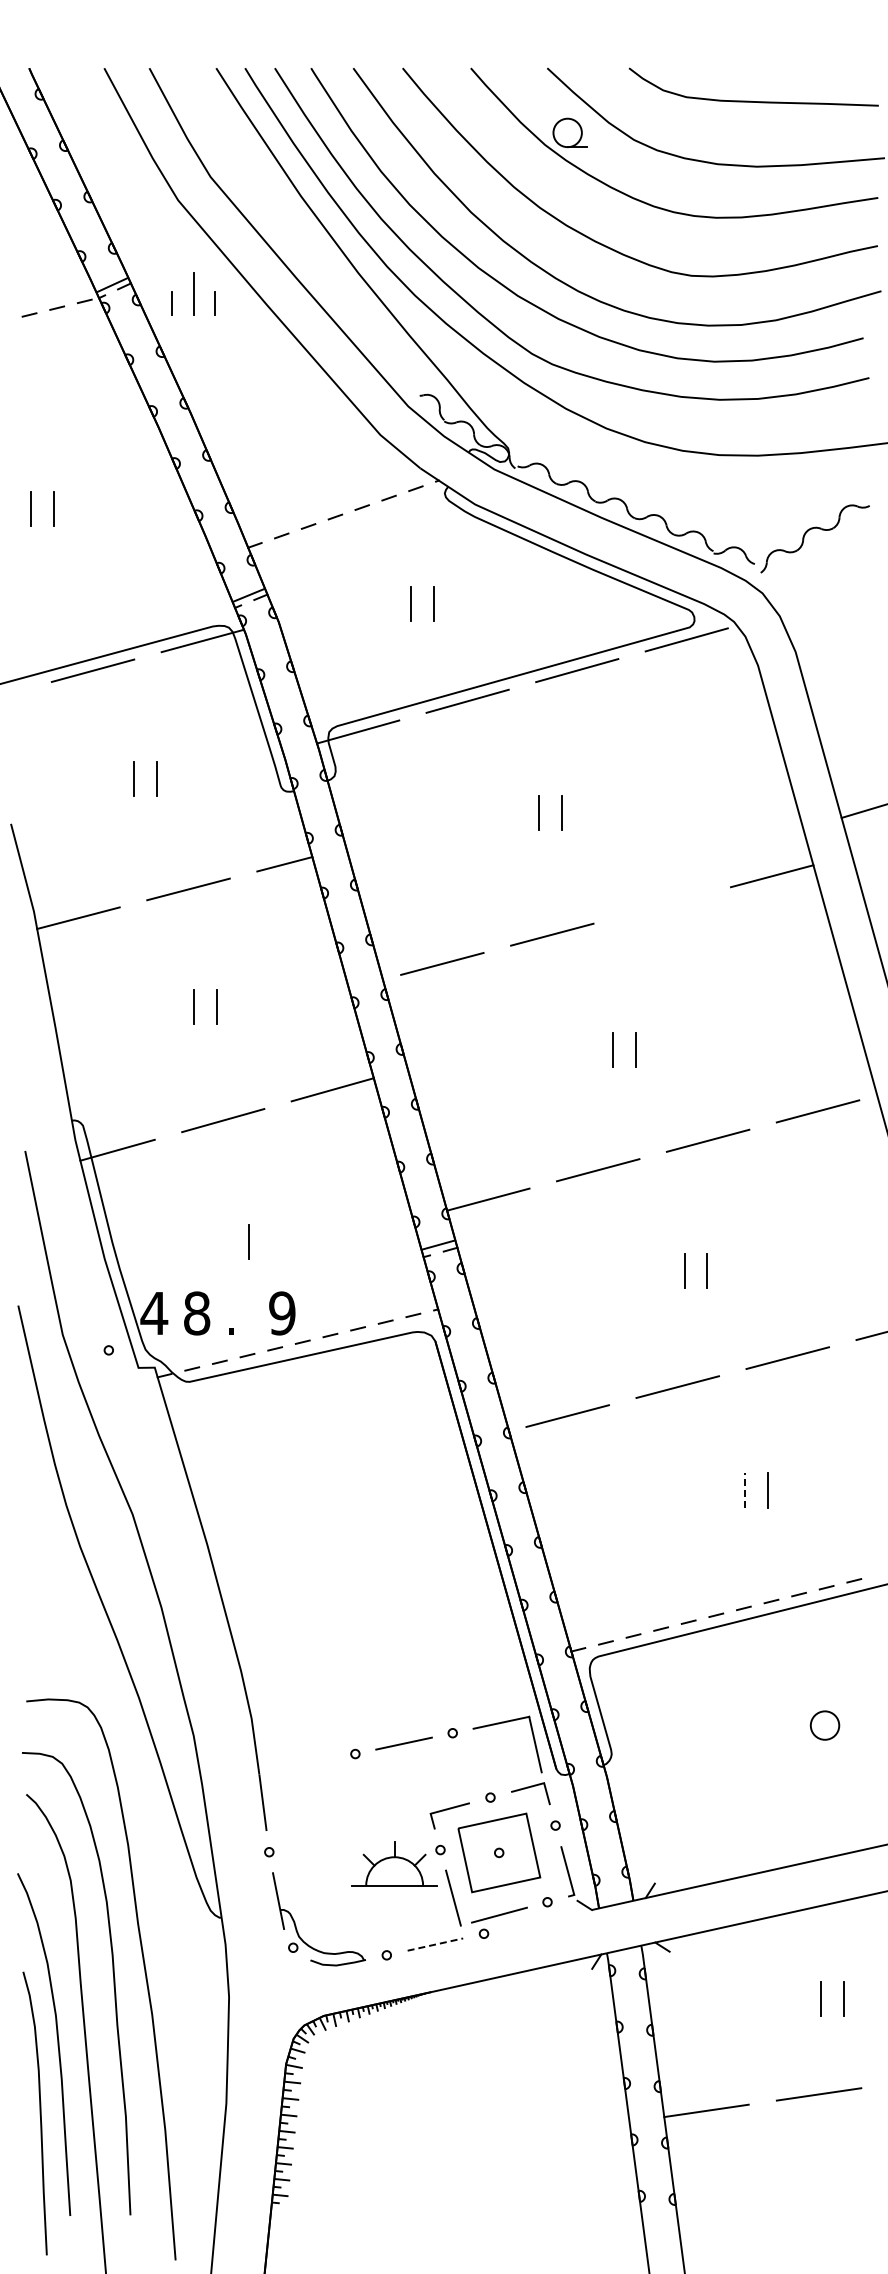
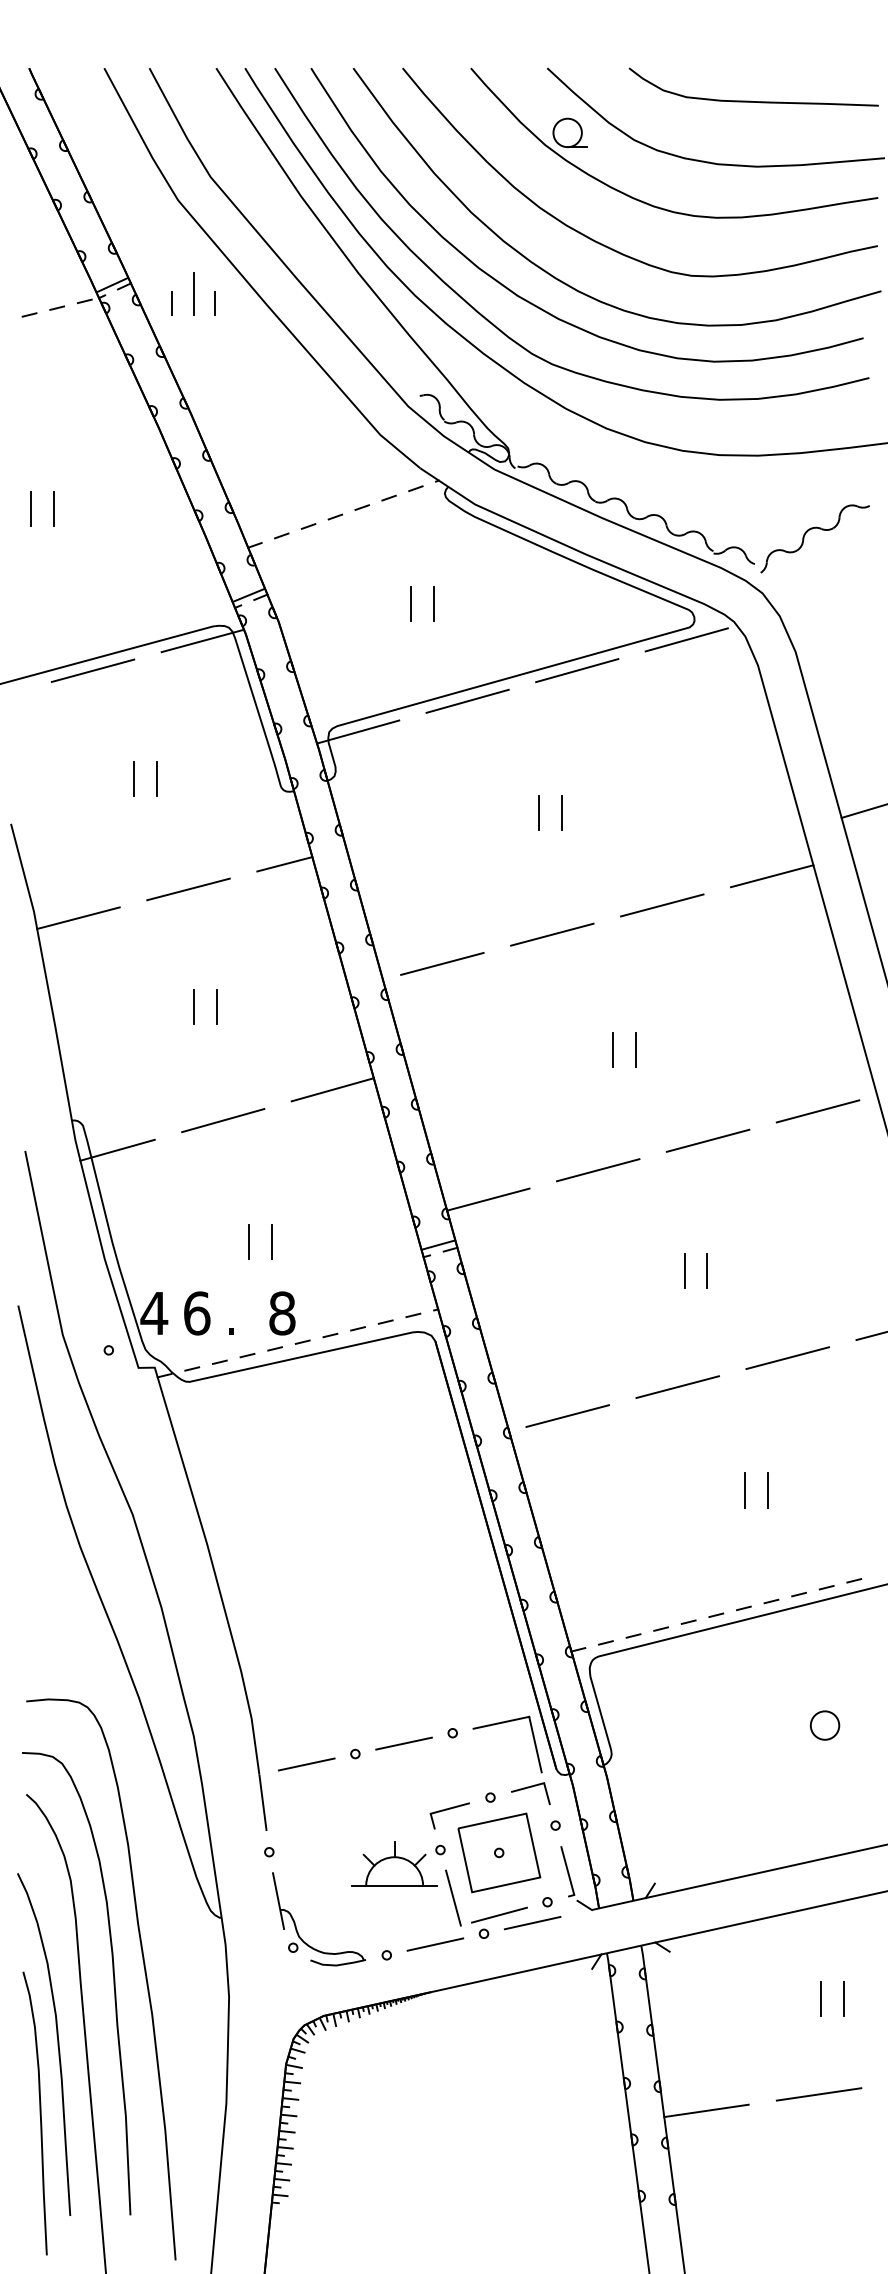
line at (662, 905): none -> present
line at (272, 1242): none -> present
text at (197, 1313): 8 -> 6
text at (282, 1313): 9 -> 8
line at (745, 1489): dashed -> solid
line at (306, 1764): none -> present
line at (532, 1922): none -> present
line at (435, 1944): dashed -> solid
